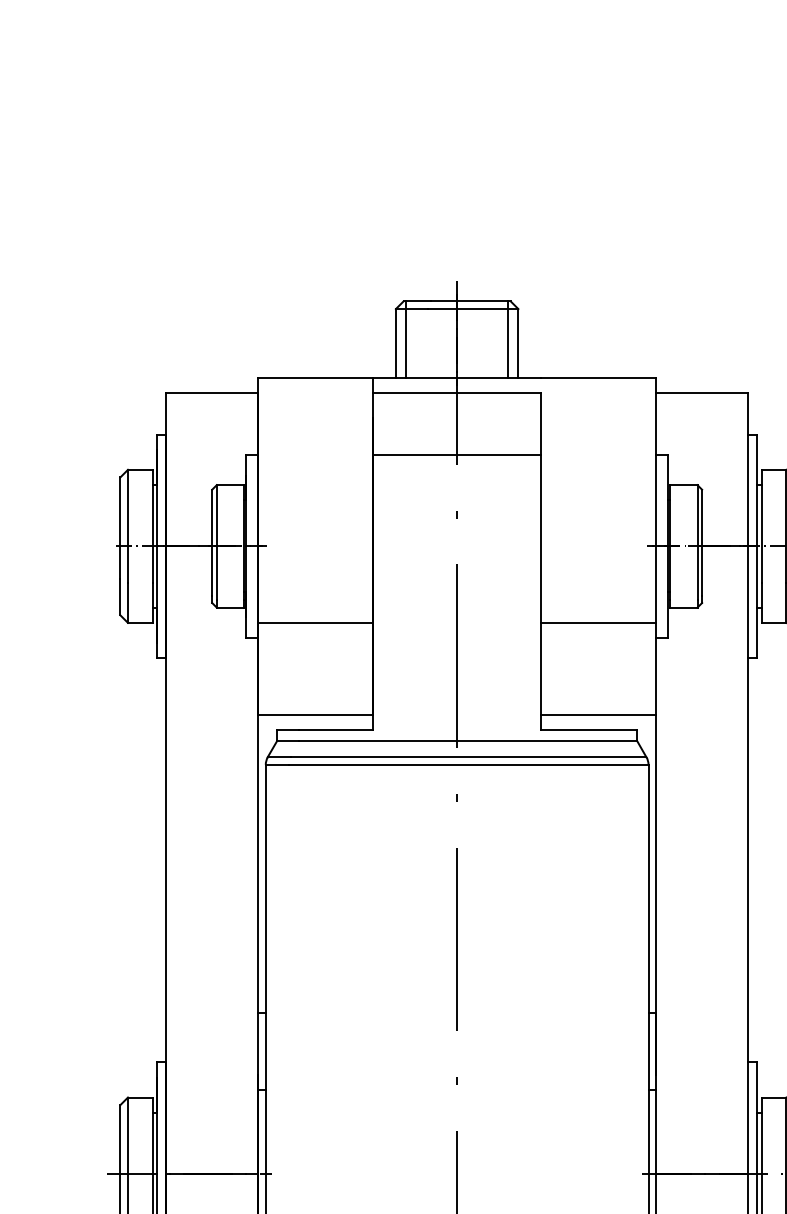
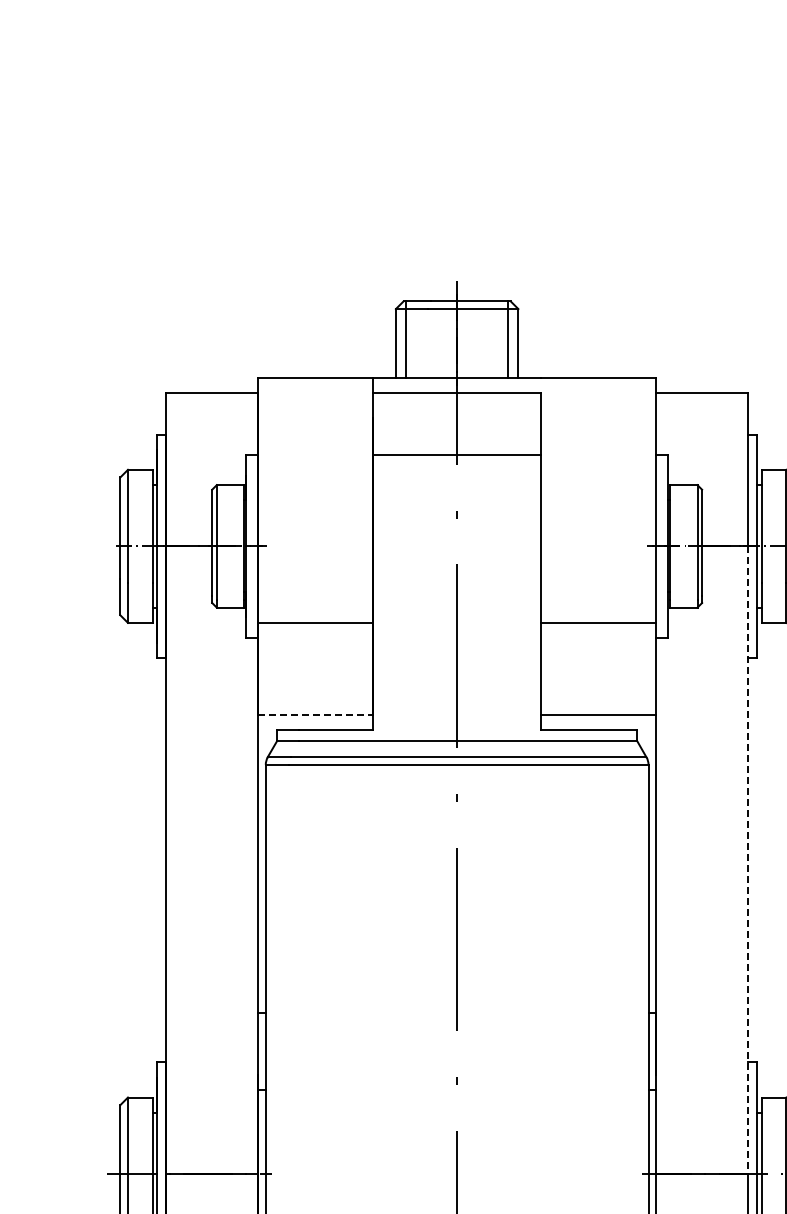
line at (316, 714): solid -> dashed
line at (748, 860): solid -> dashed
